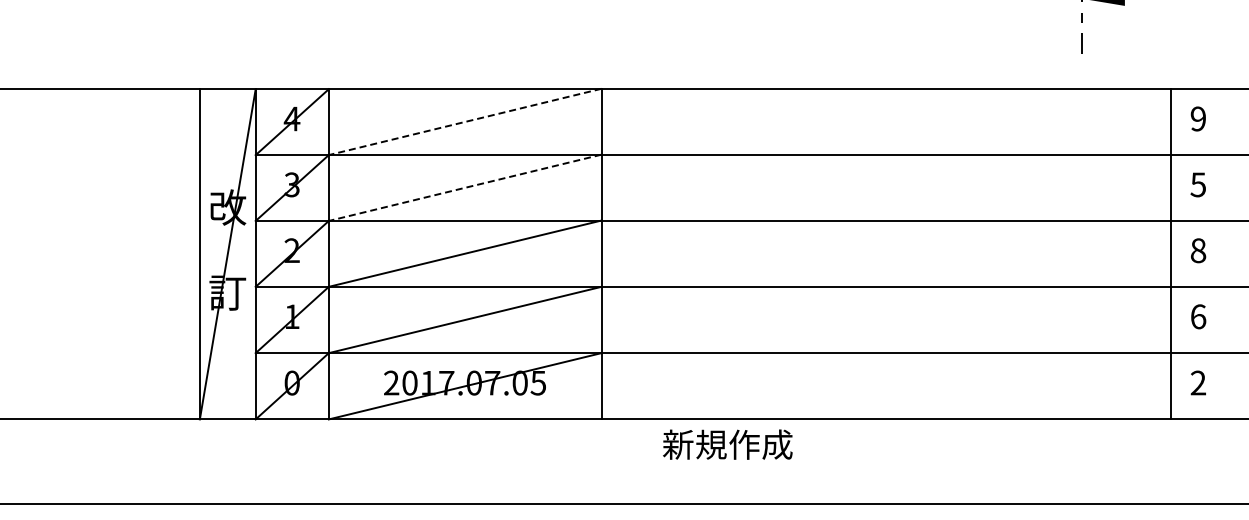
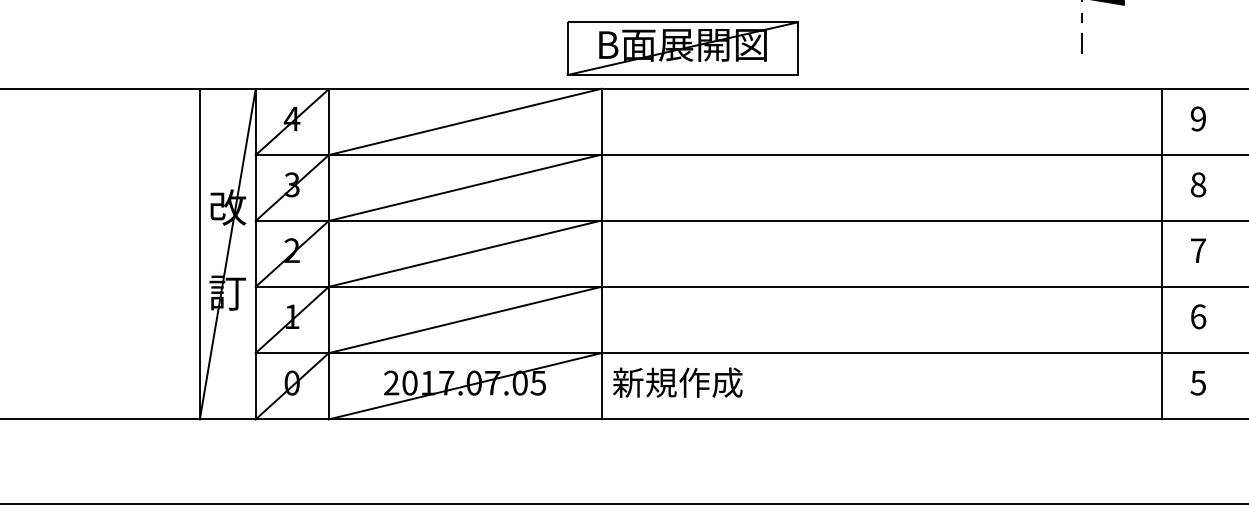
part at (682, 48): none -> present
line at (464, 122): dashed -> solid
text at (1198, 184): 5 -> 8
line at (464, 187): dashed -> solid
text at (1198, 250): 8 -> 7
line at (1170, 254) position: (1170, 254) -> (1161, 254)
text at (1197, 382): 2 -> 5
text at (727, 444) position: (727, 444) -> (677, 382)
